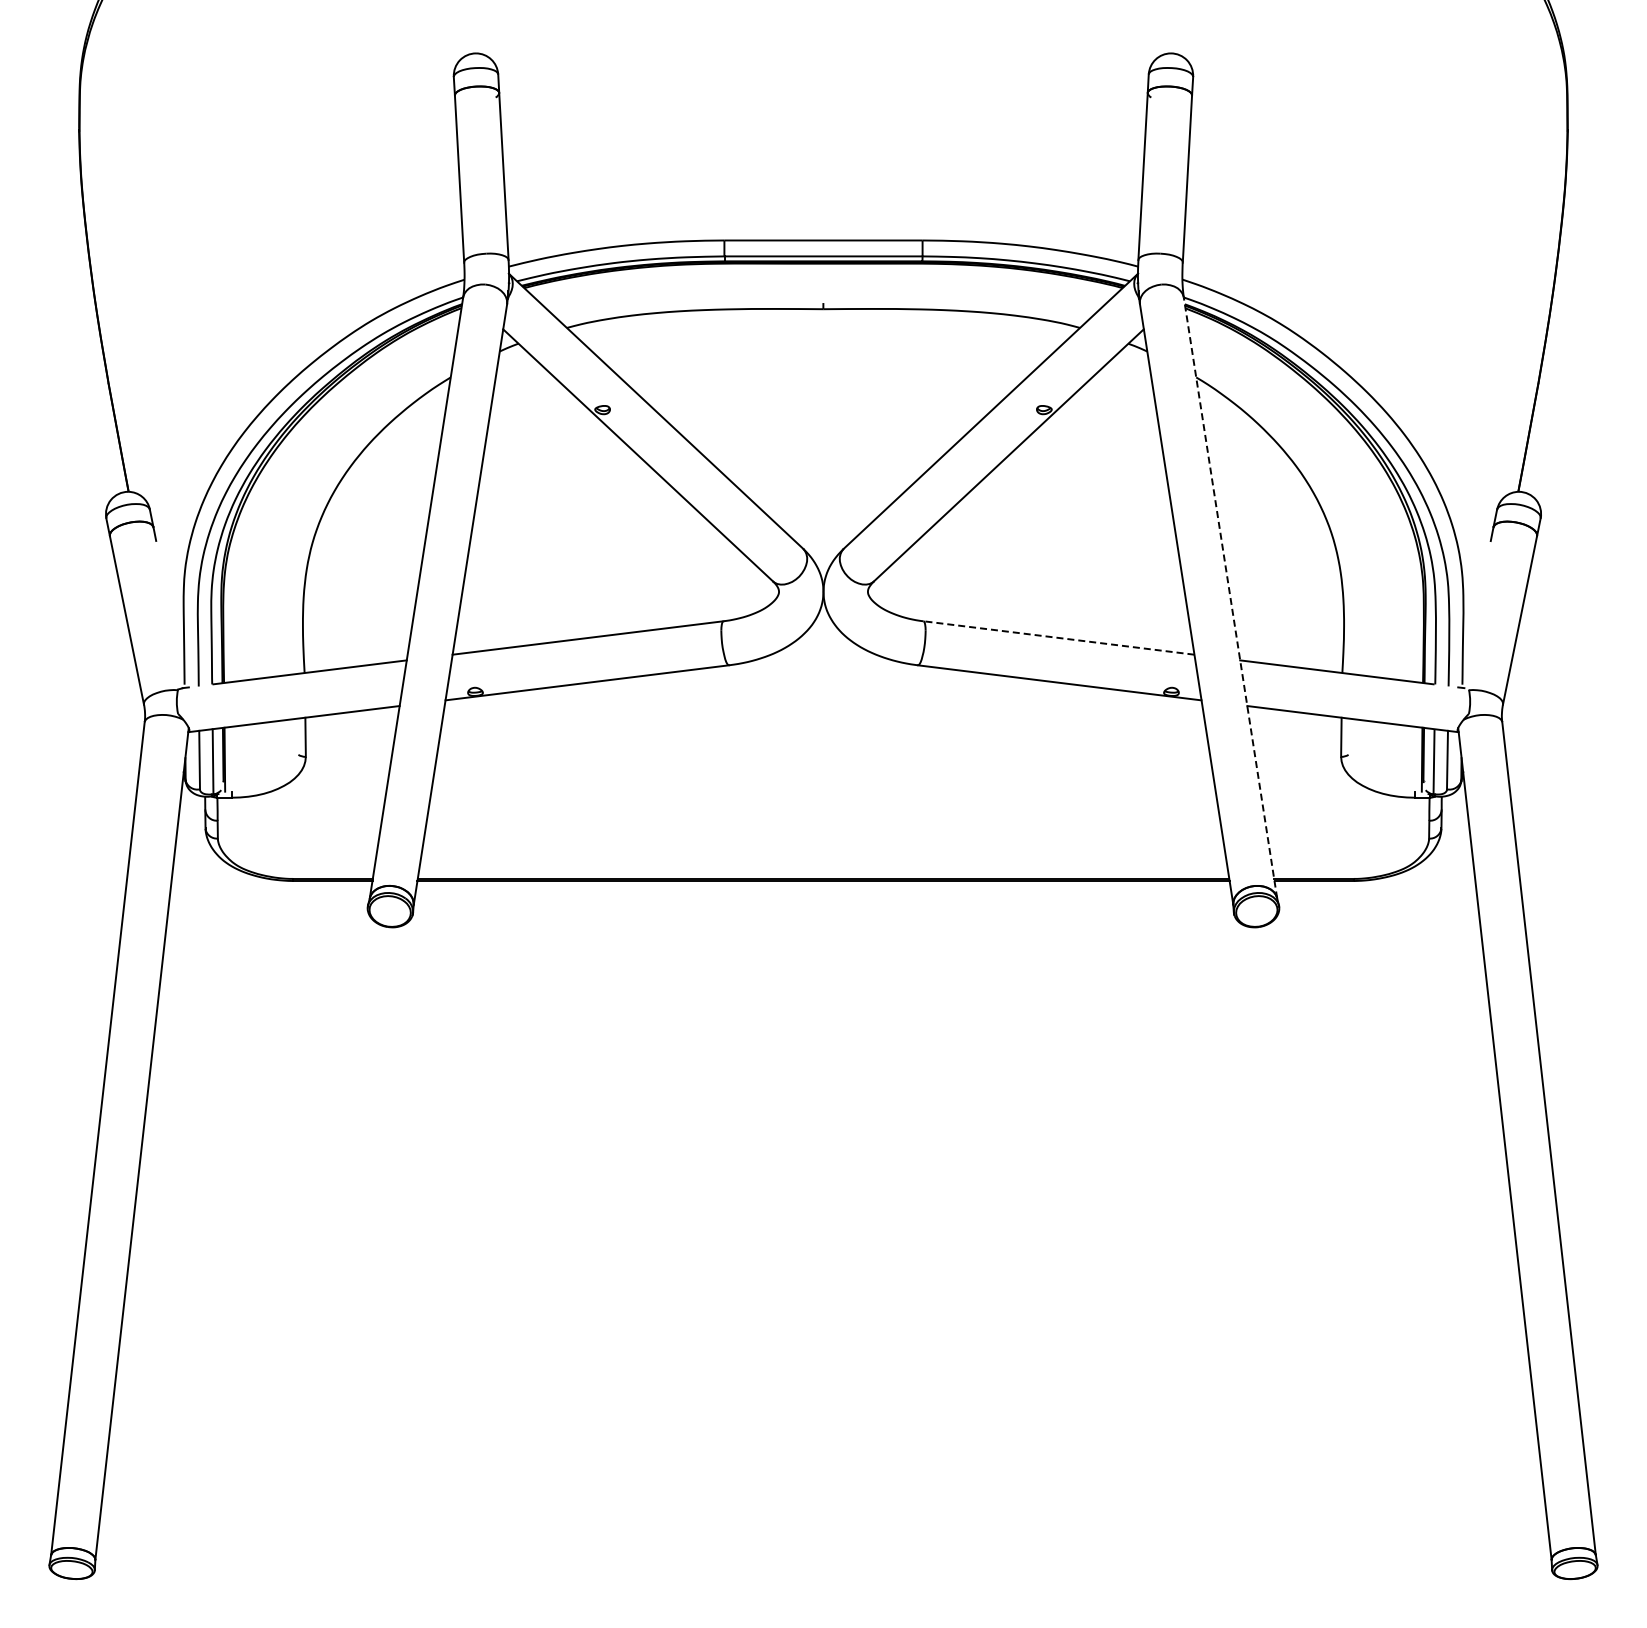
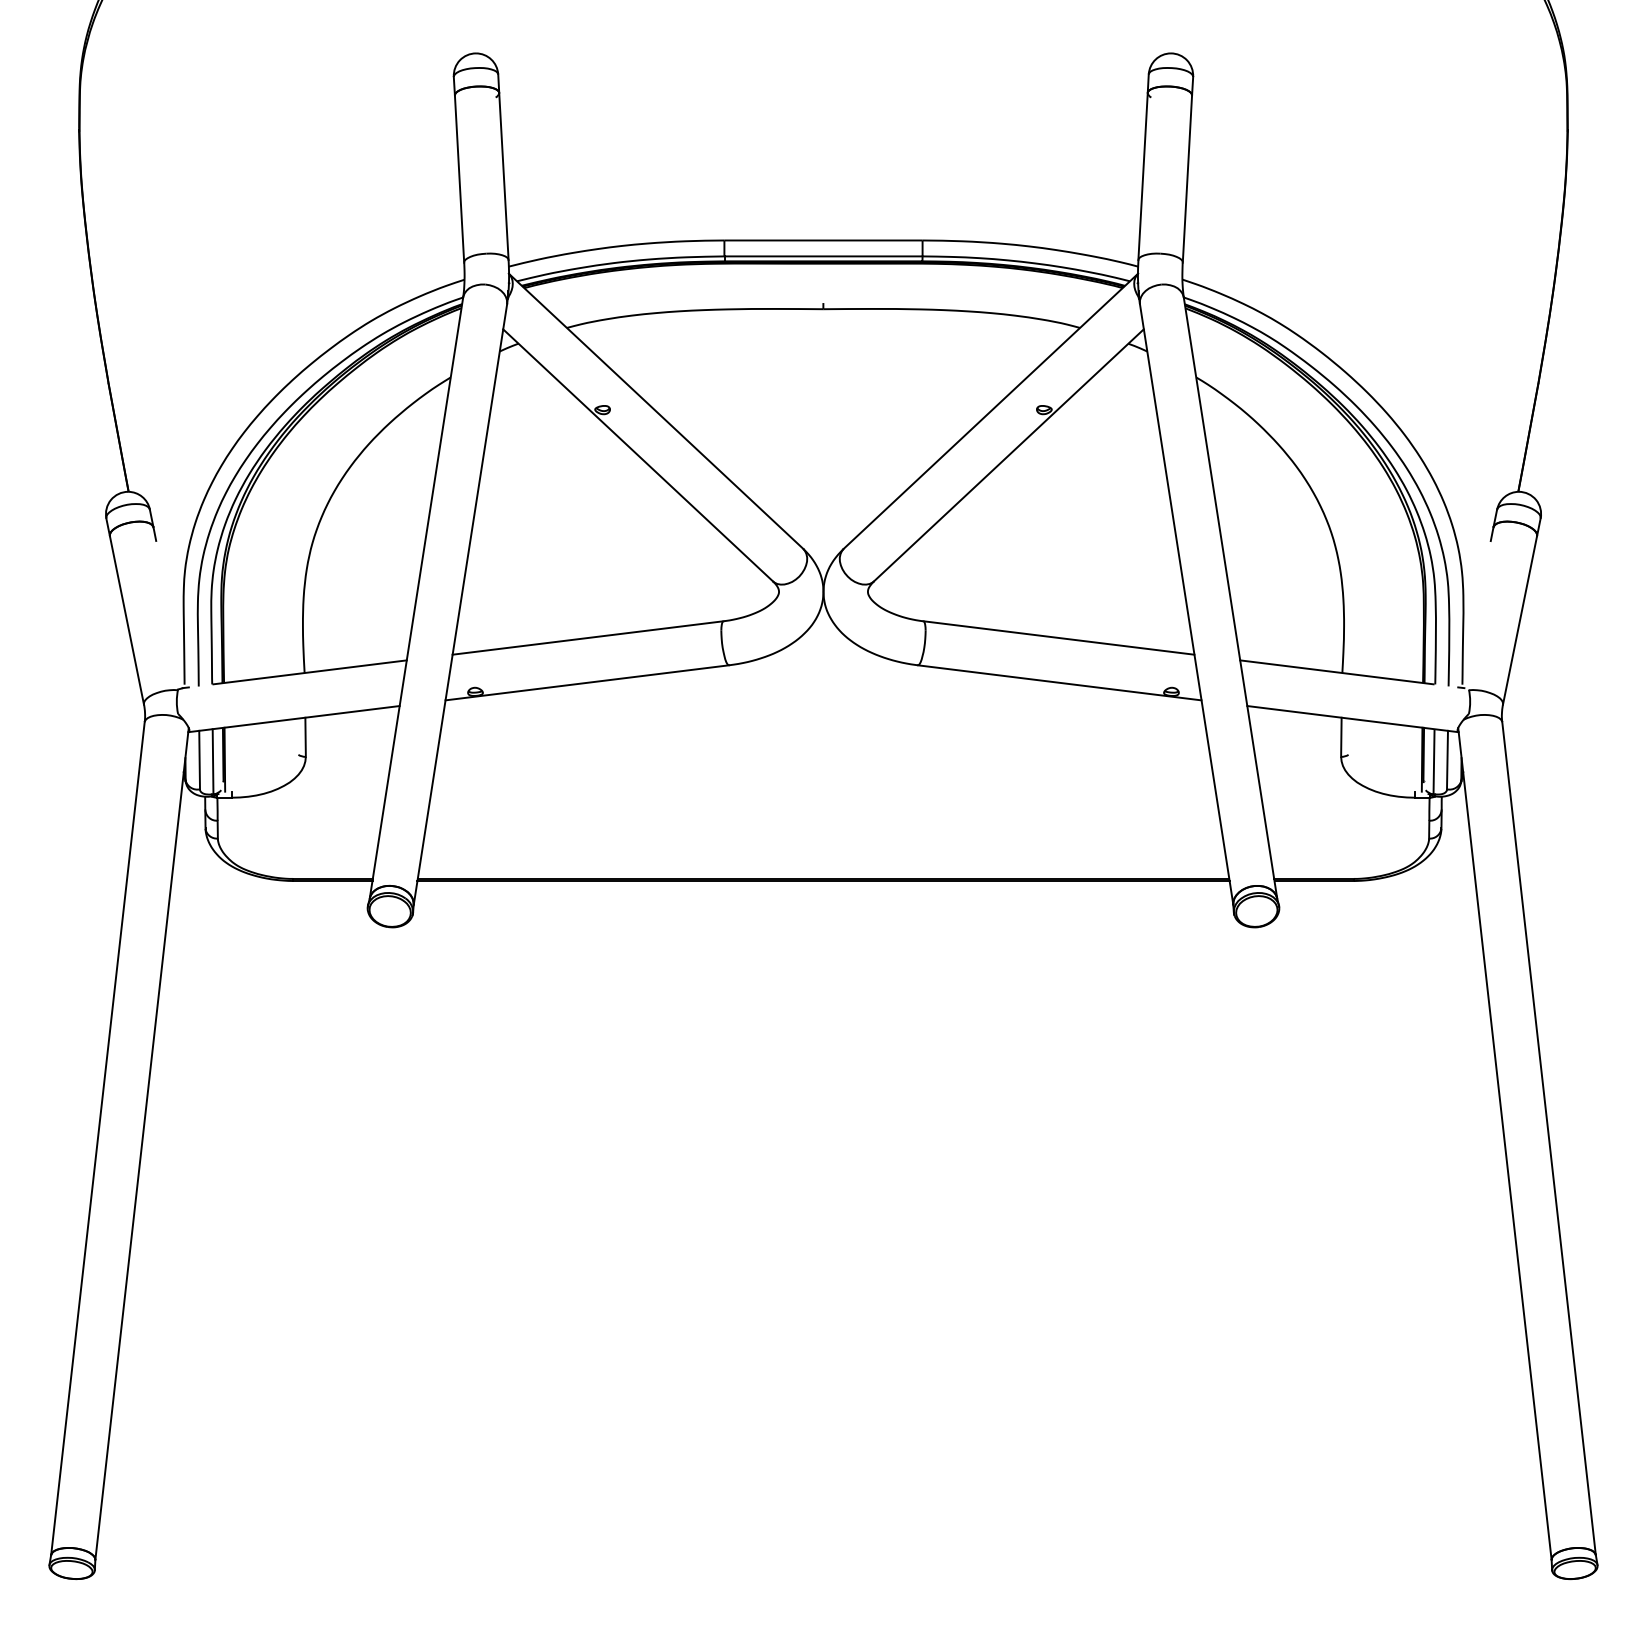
line at (1230, 597): dashed -> solid
line at (1058, 637): dashed -> solid
